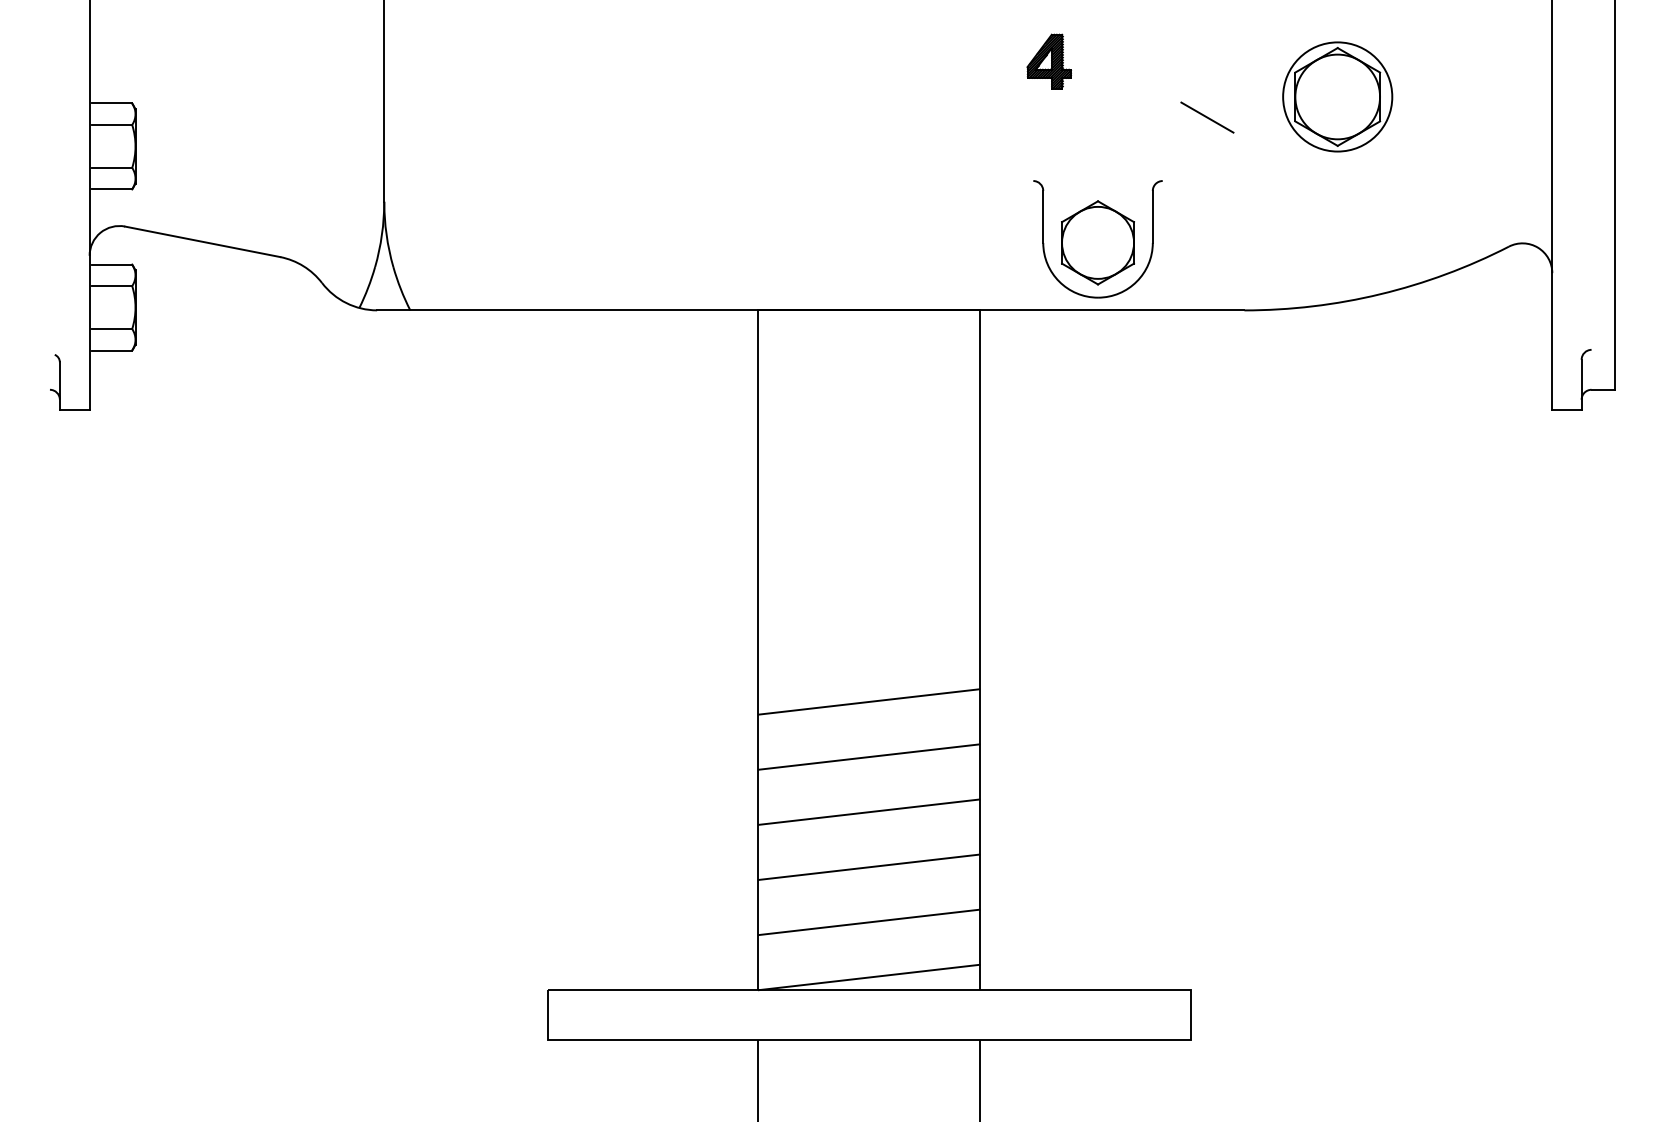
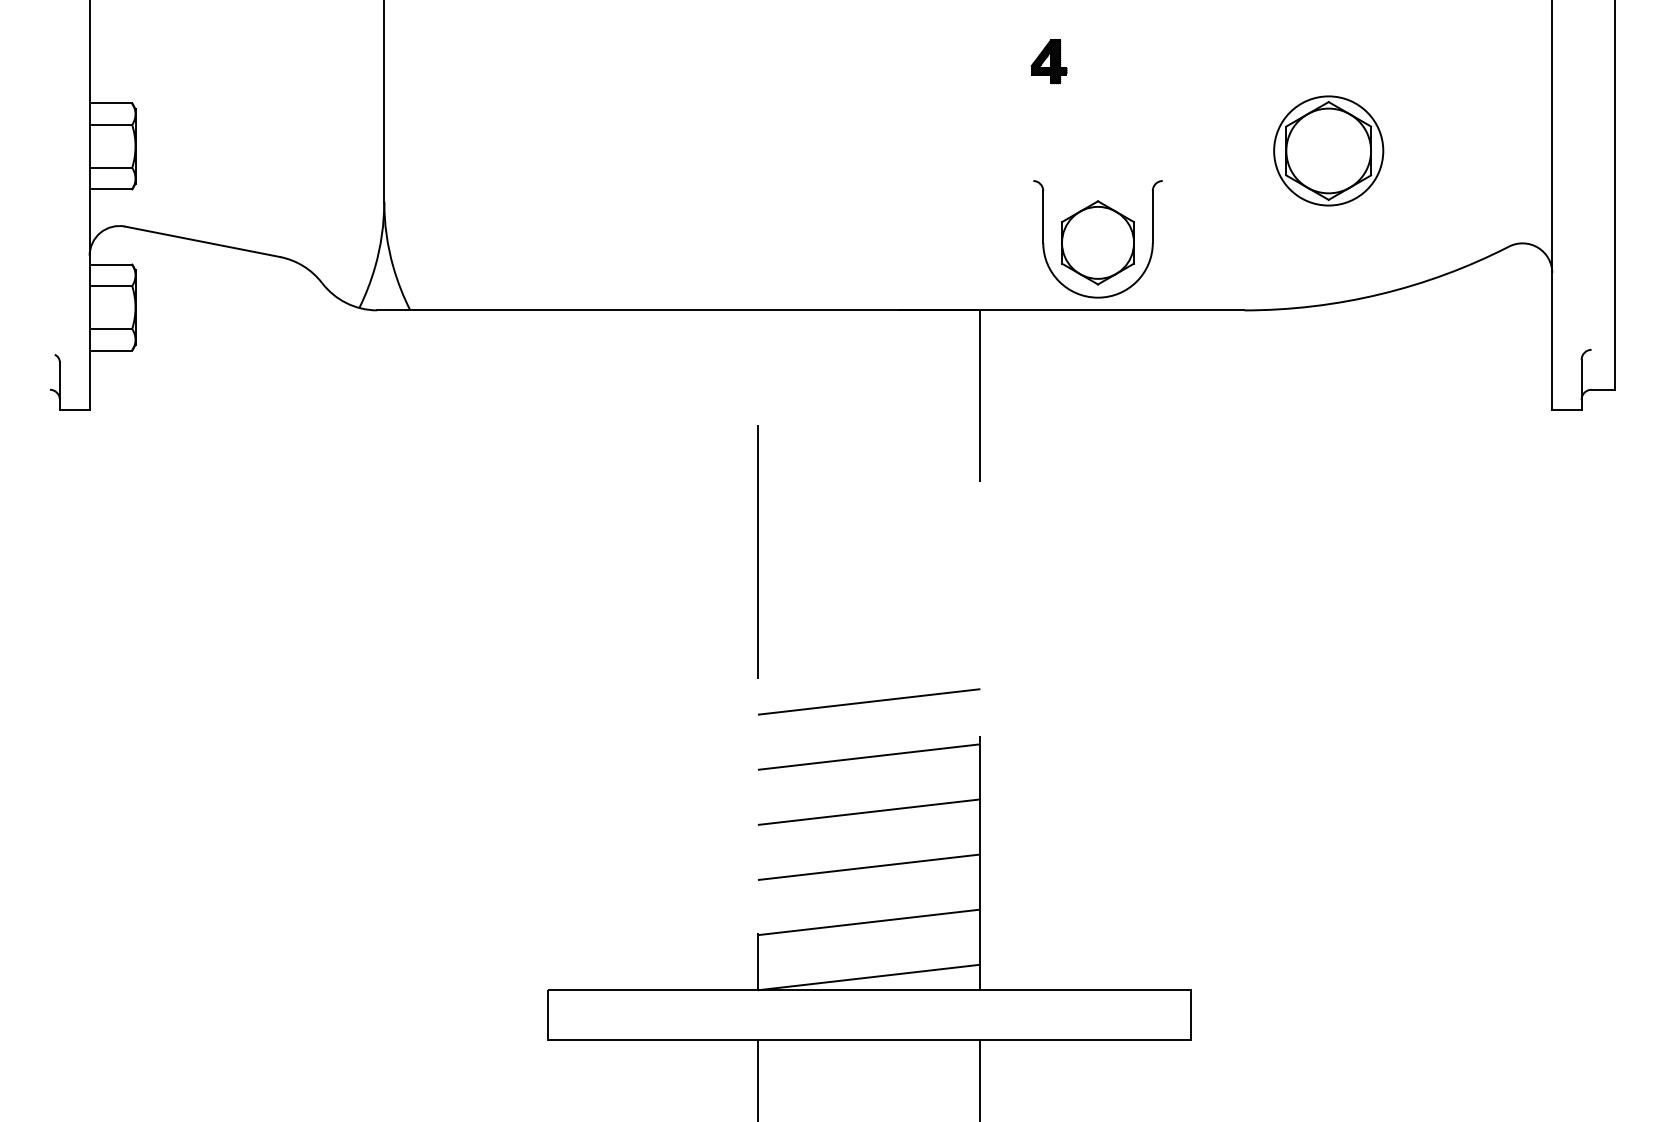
part at (1048, 61) size: 46x57 px -> 38x46 px
part at (1337, 96) position: (1337, 96) -> (1328, 150)
line at (1207, 117): present -> none
line at (868, 310): solid -> dashed
